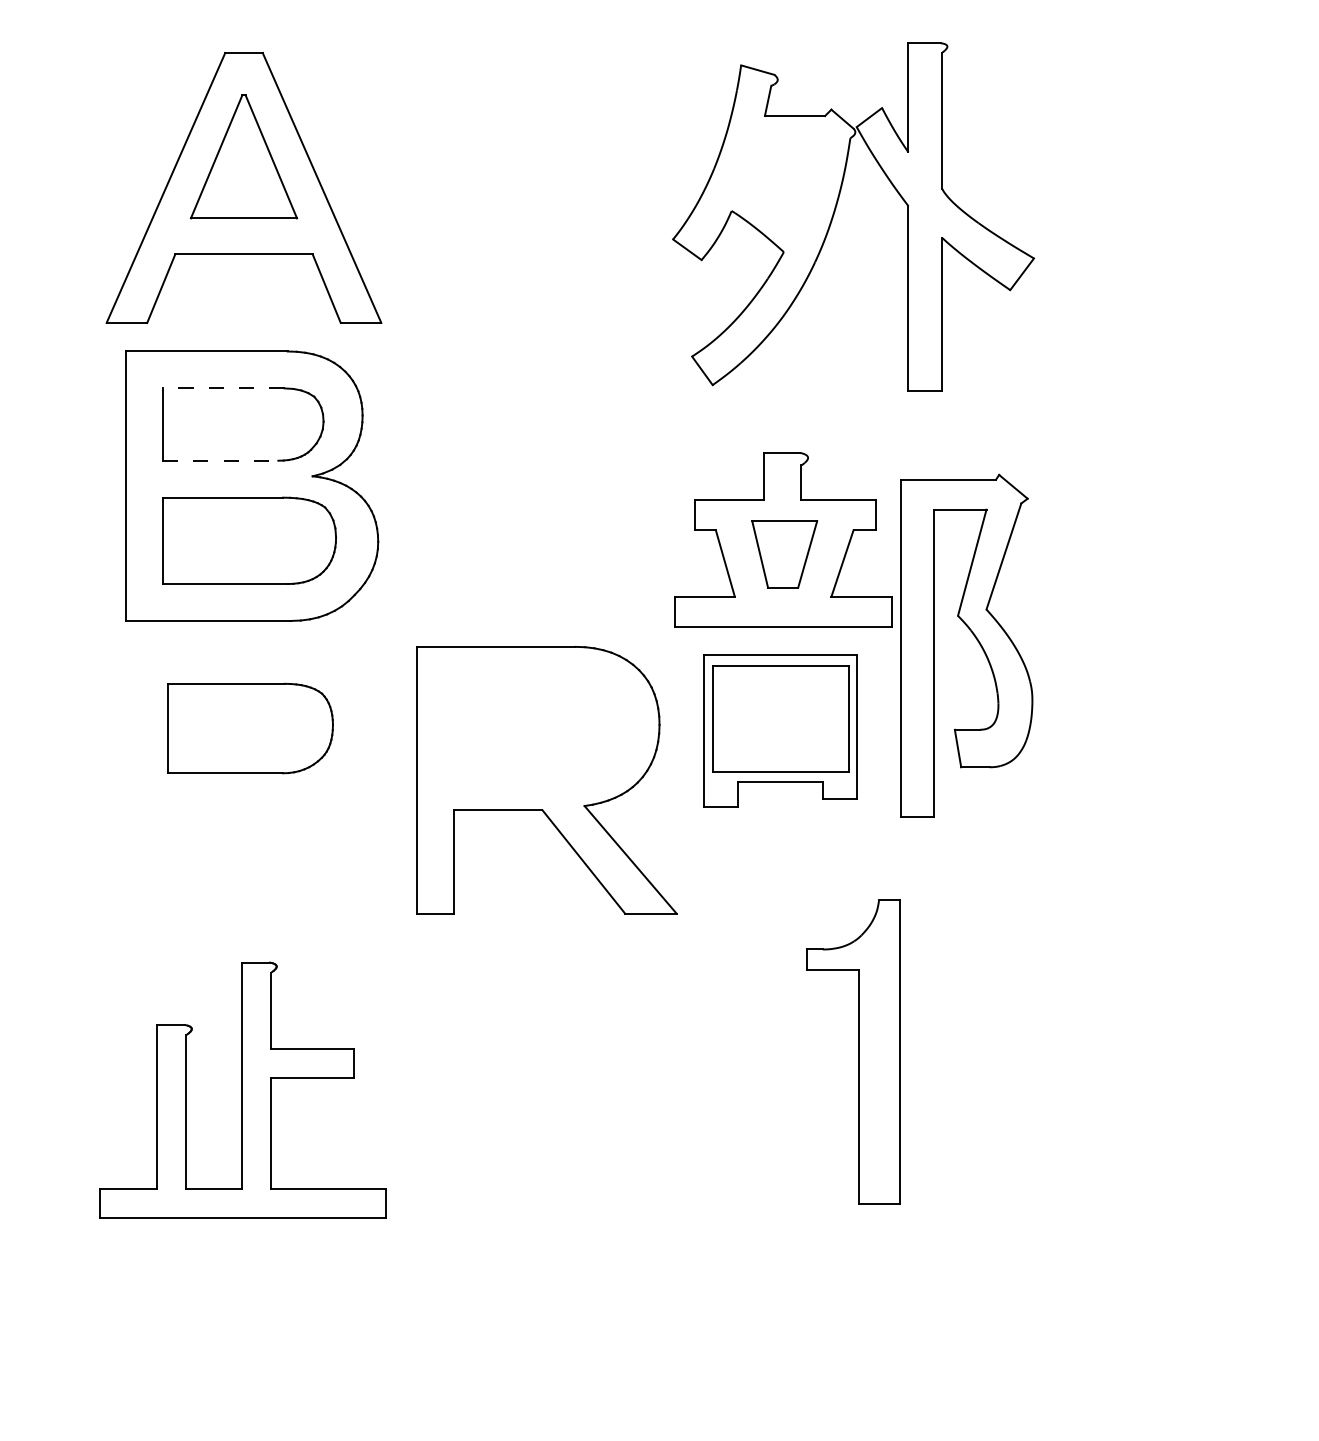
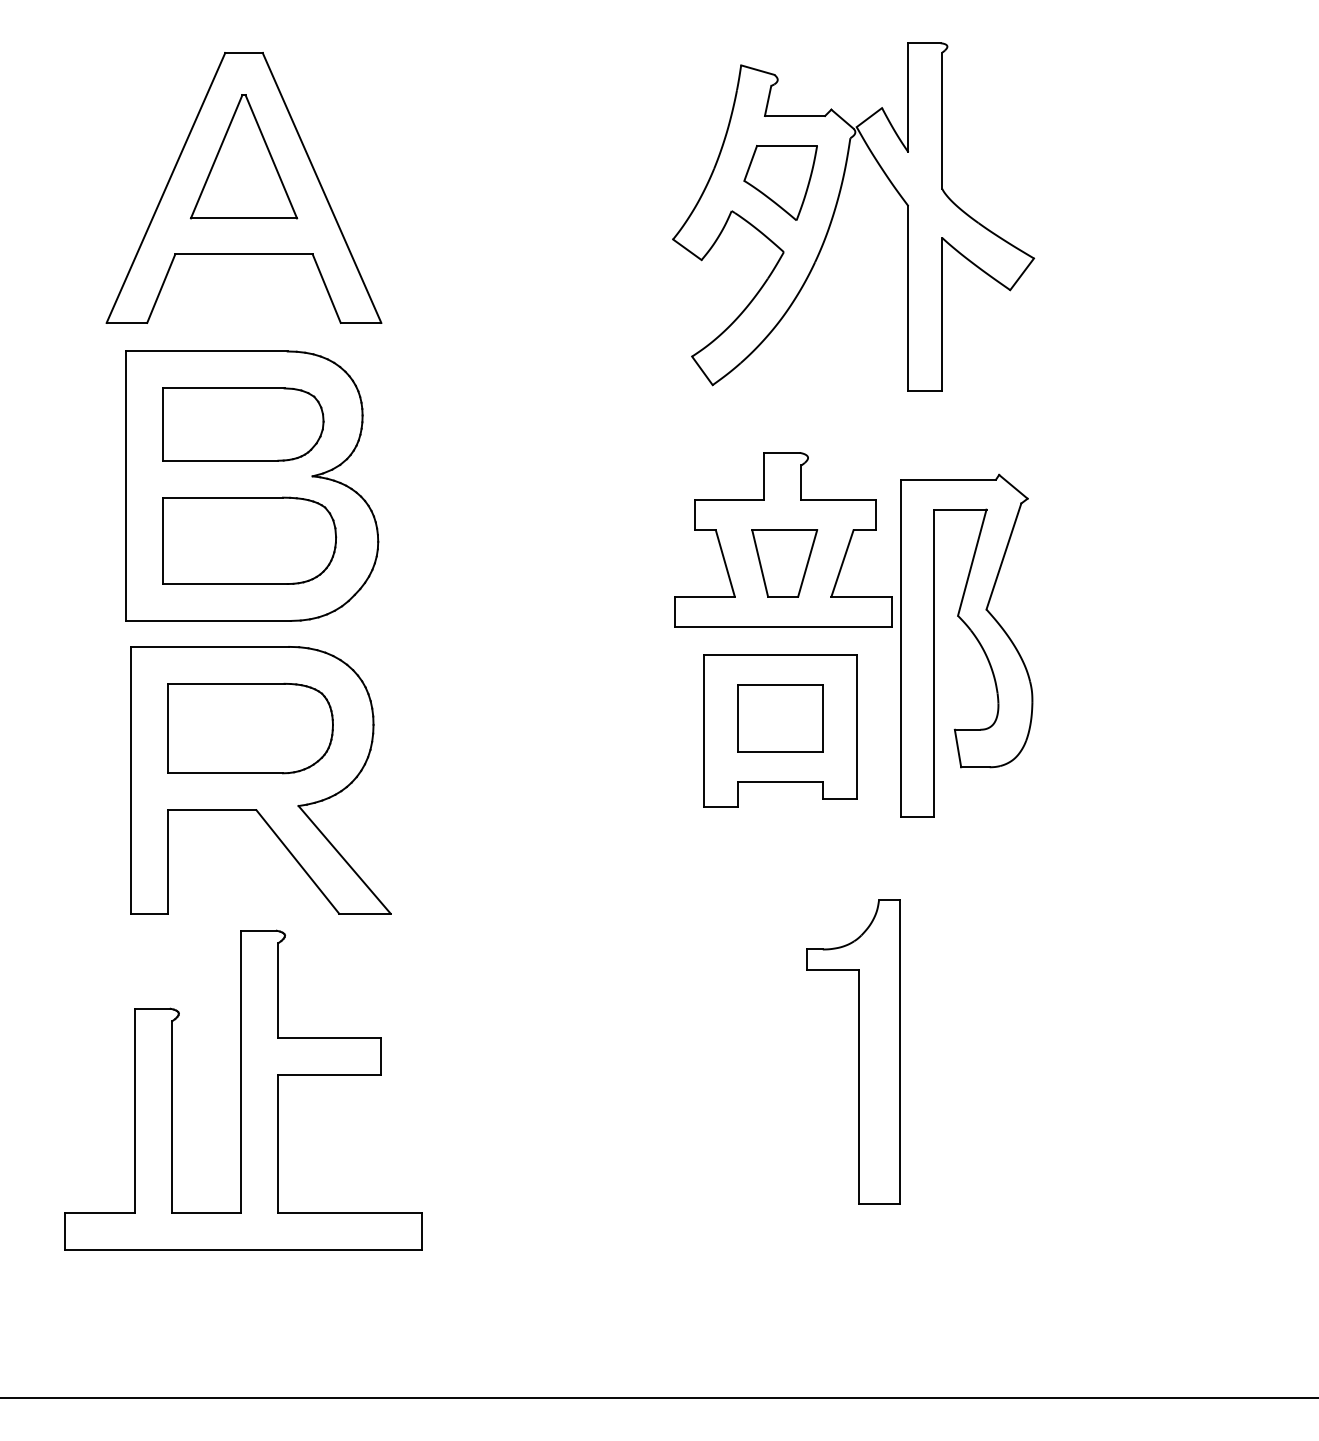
part at (780, 182): none -> present
line at (223, 388): dashed -> solid
line at (220, 460): dashed -> solid
part at (784, 554) position: (784, 554) -> (784, 563)
part at (780, 718) size: 138x108 px -> 87x69 px
part at (546, 780) position: (546, 780) -> (260, 780)
part at (242, 1089) size: 288x258 px -> 359x322 px
line at (658, 1397): none -> present
